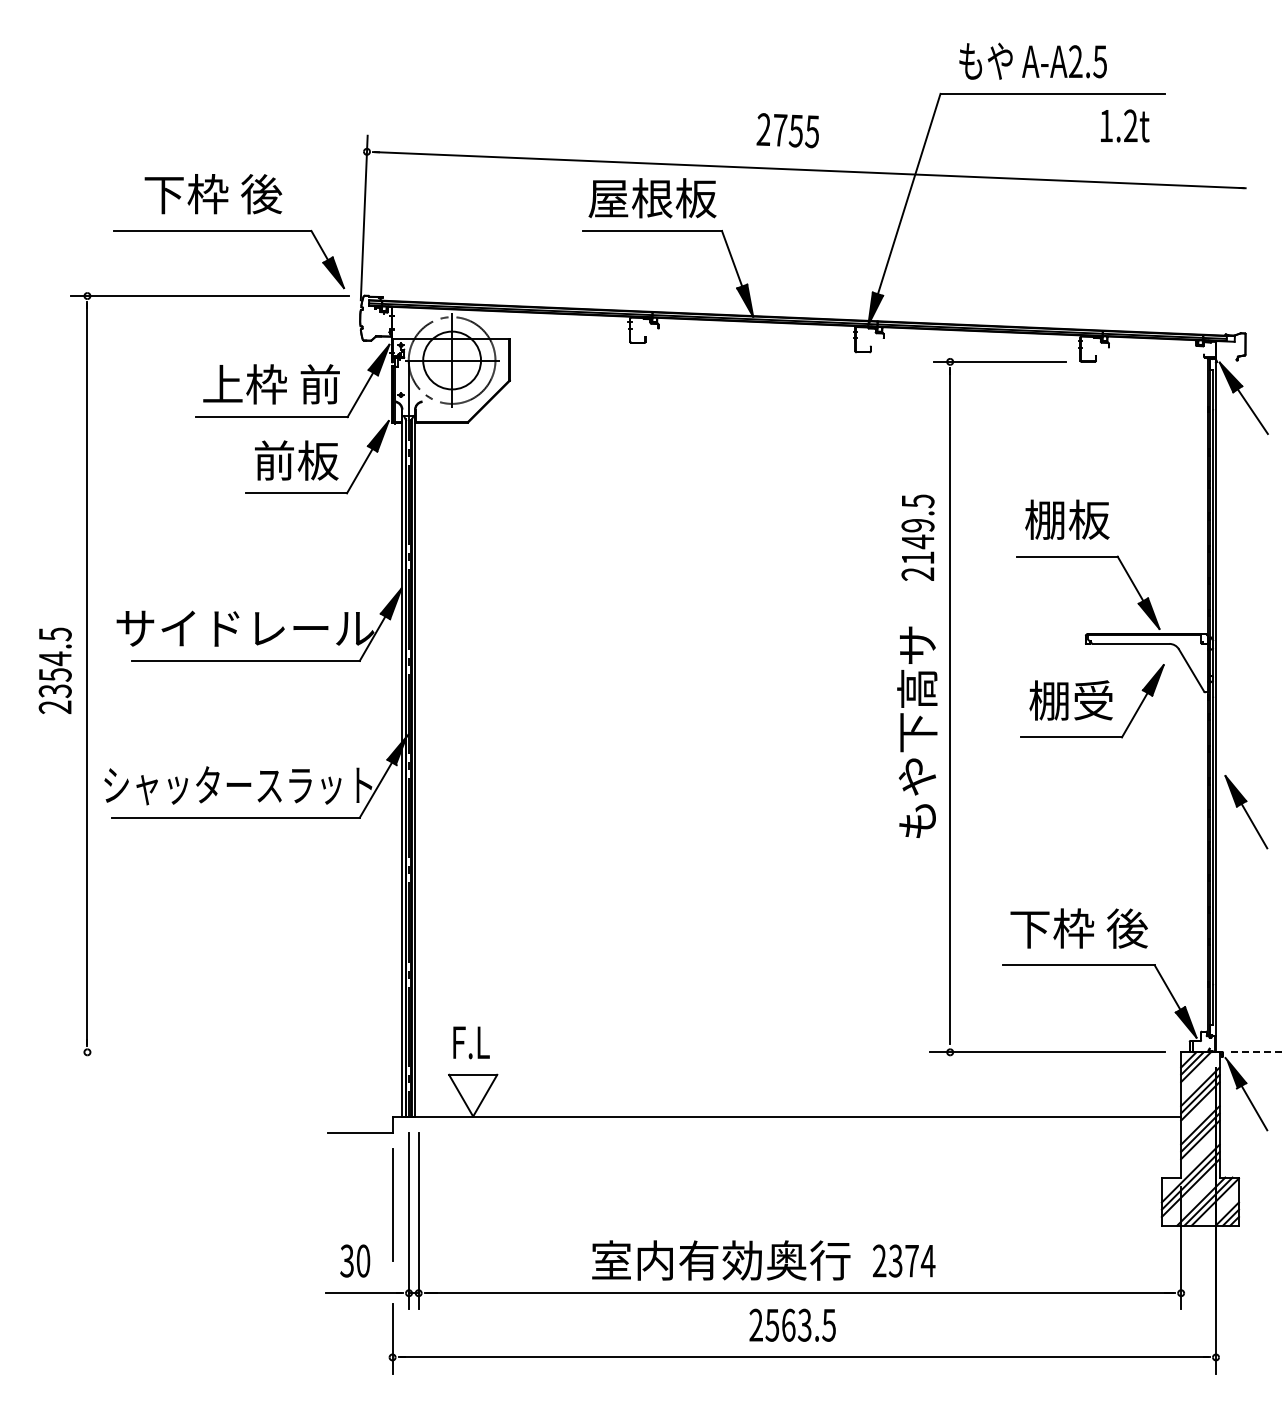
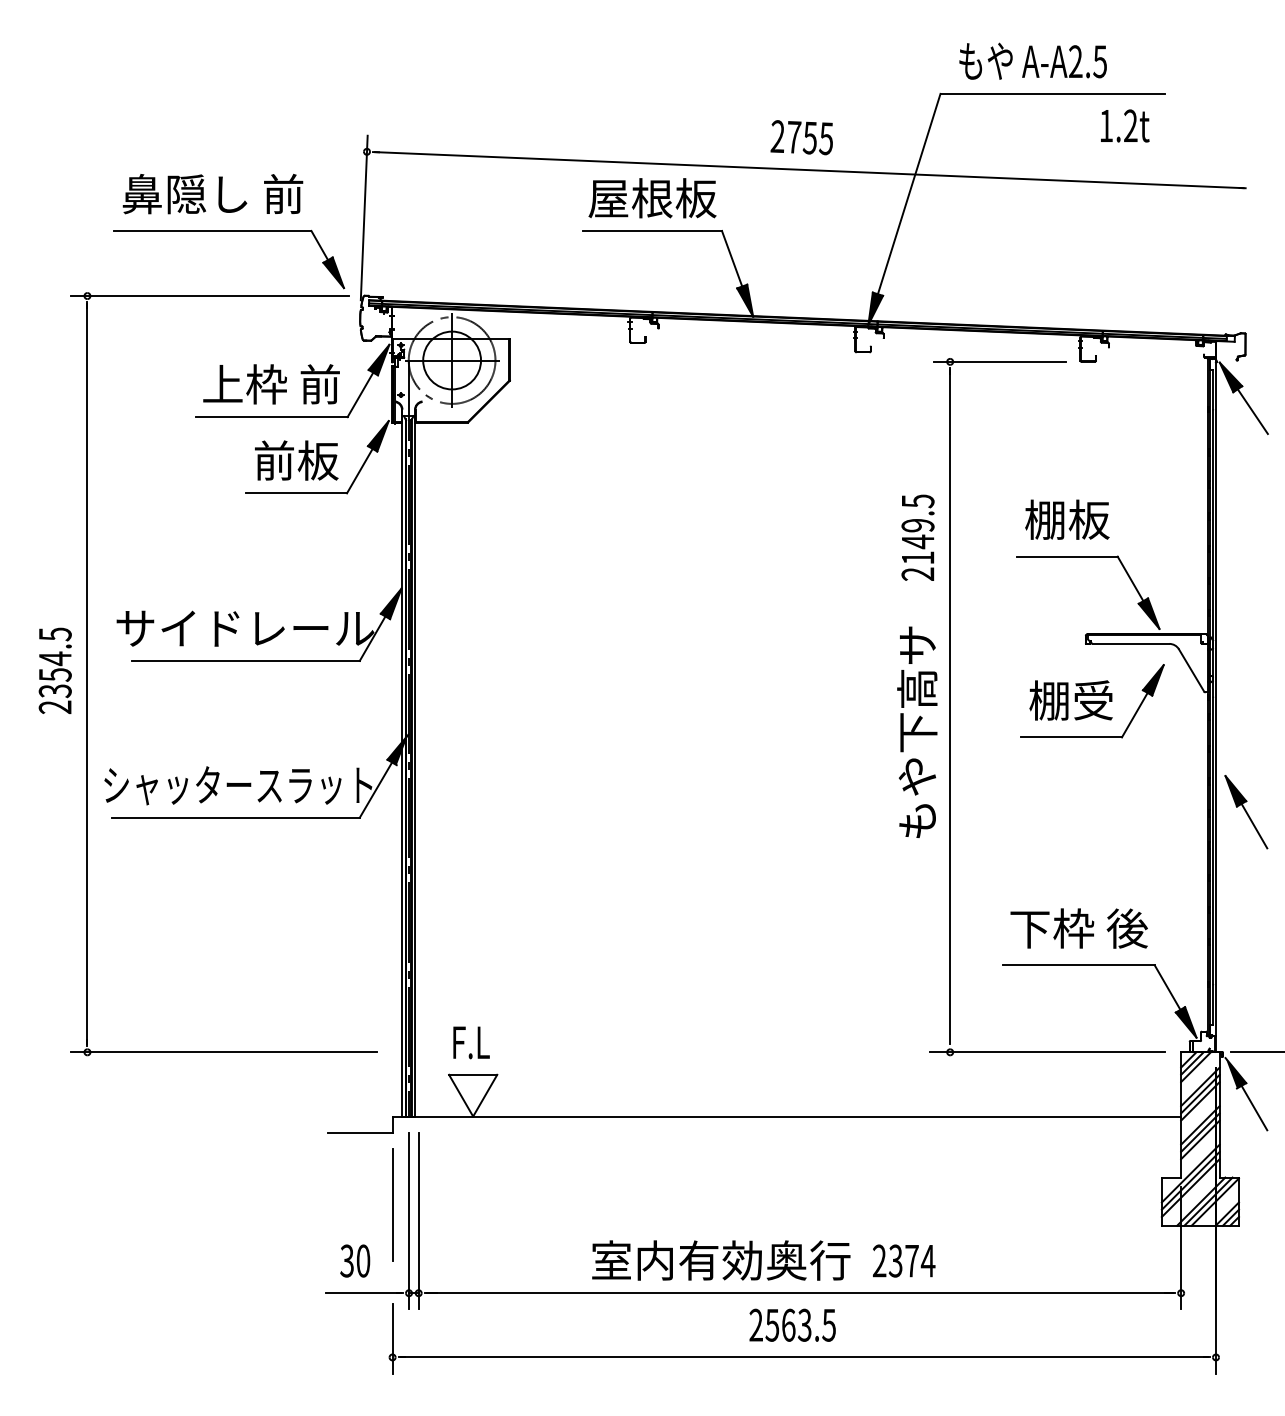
text at (787, 130) position: (787, 130) -> (801, 137)
text at (212, 193): 下枠 後 -> 鼻隠し 前
line at (223, 1052): none -> present
line at (1258, 1052): dashed -> solid
